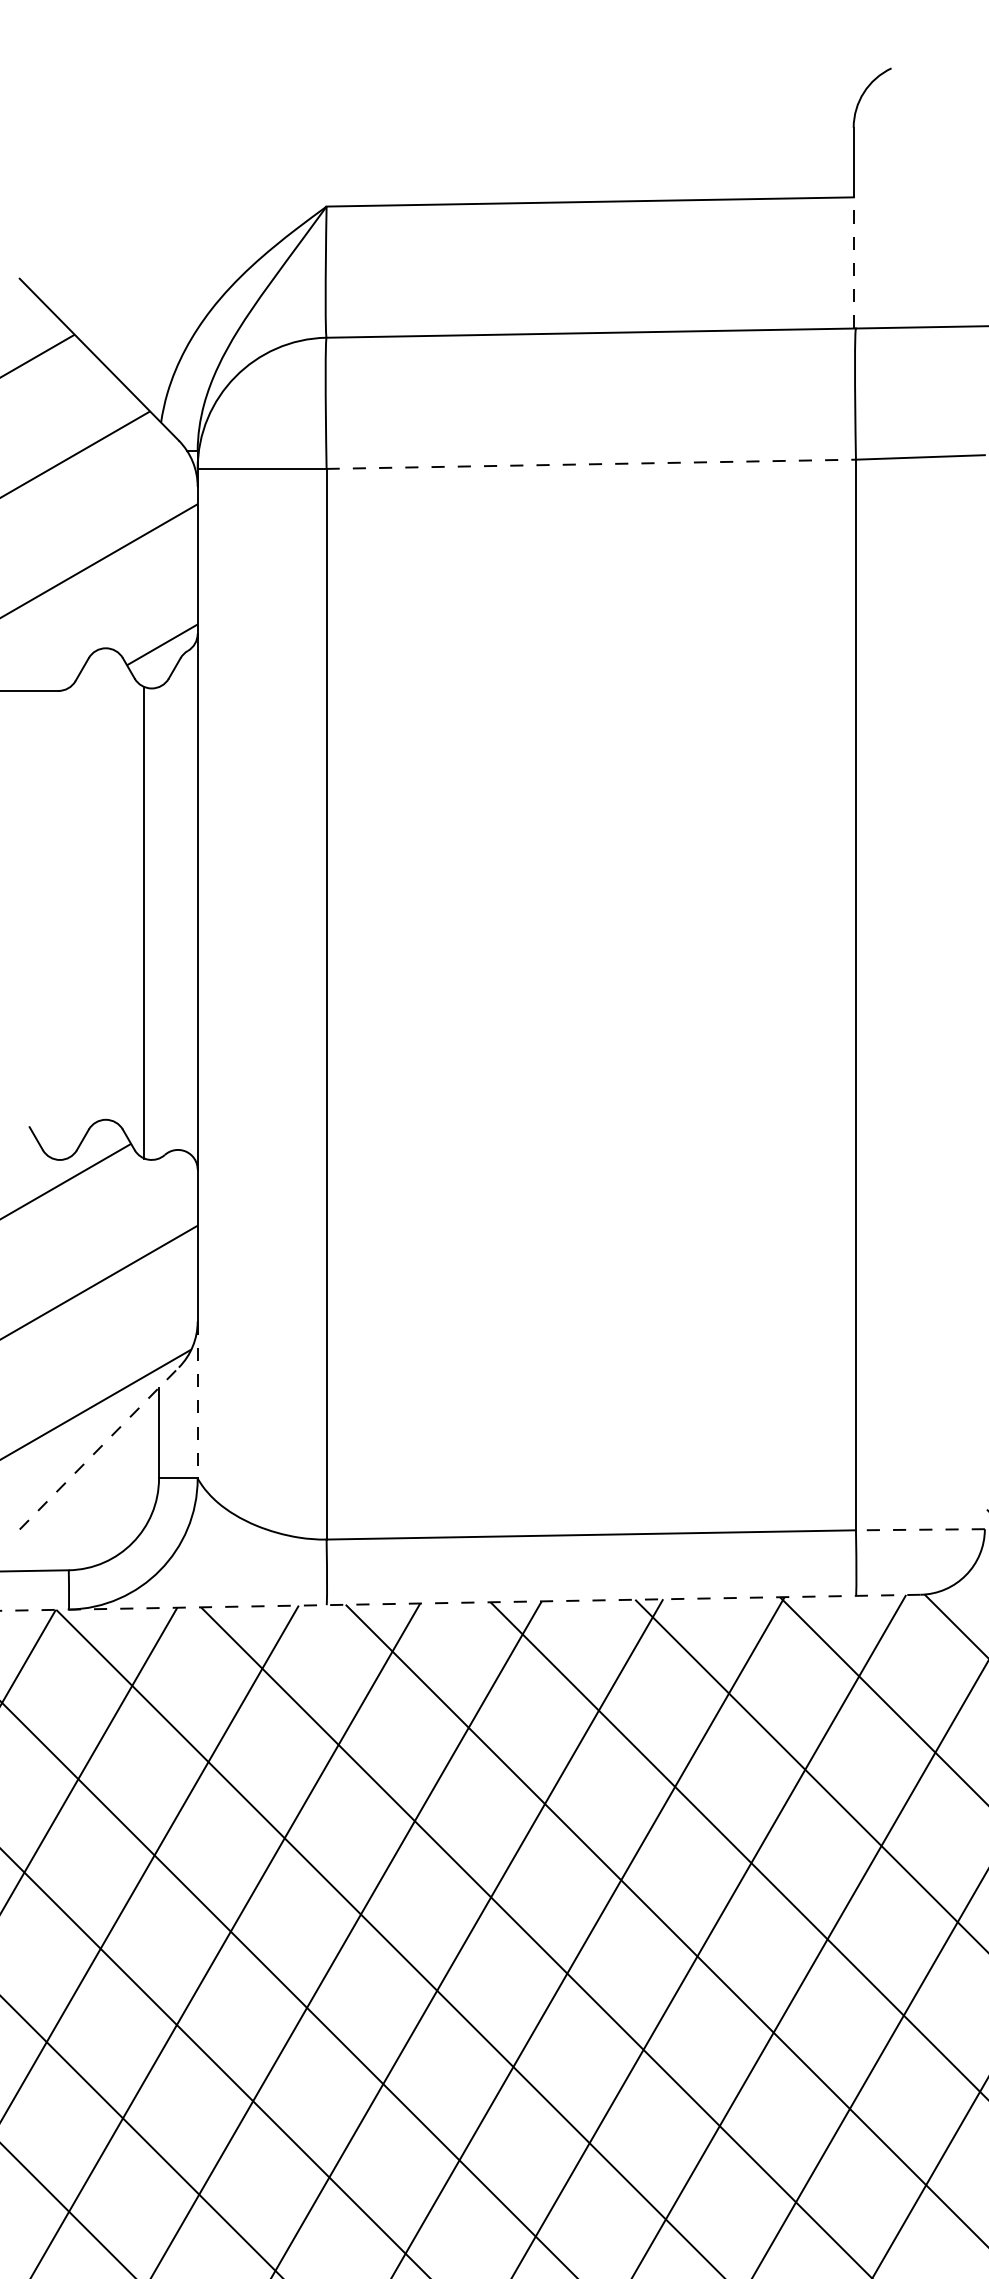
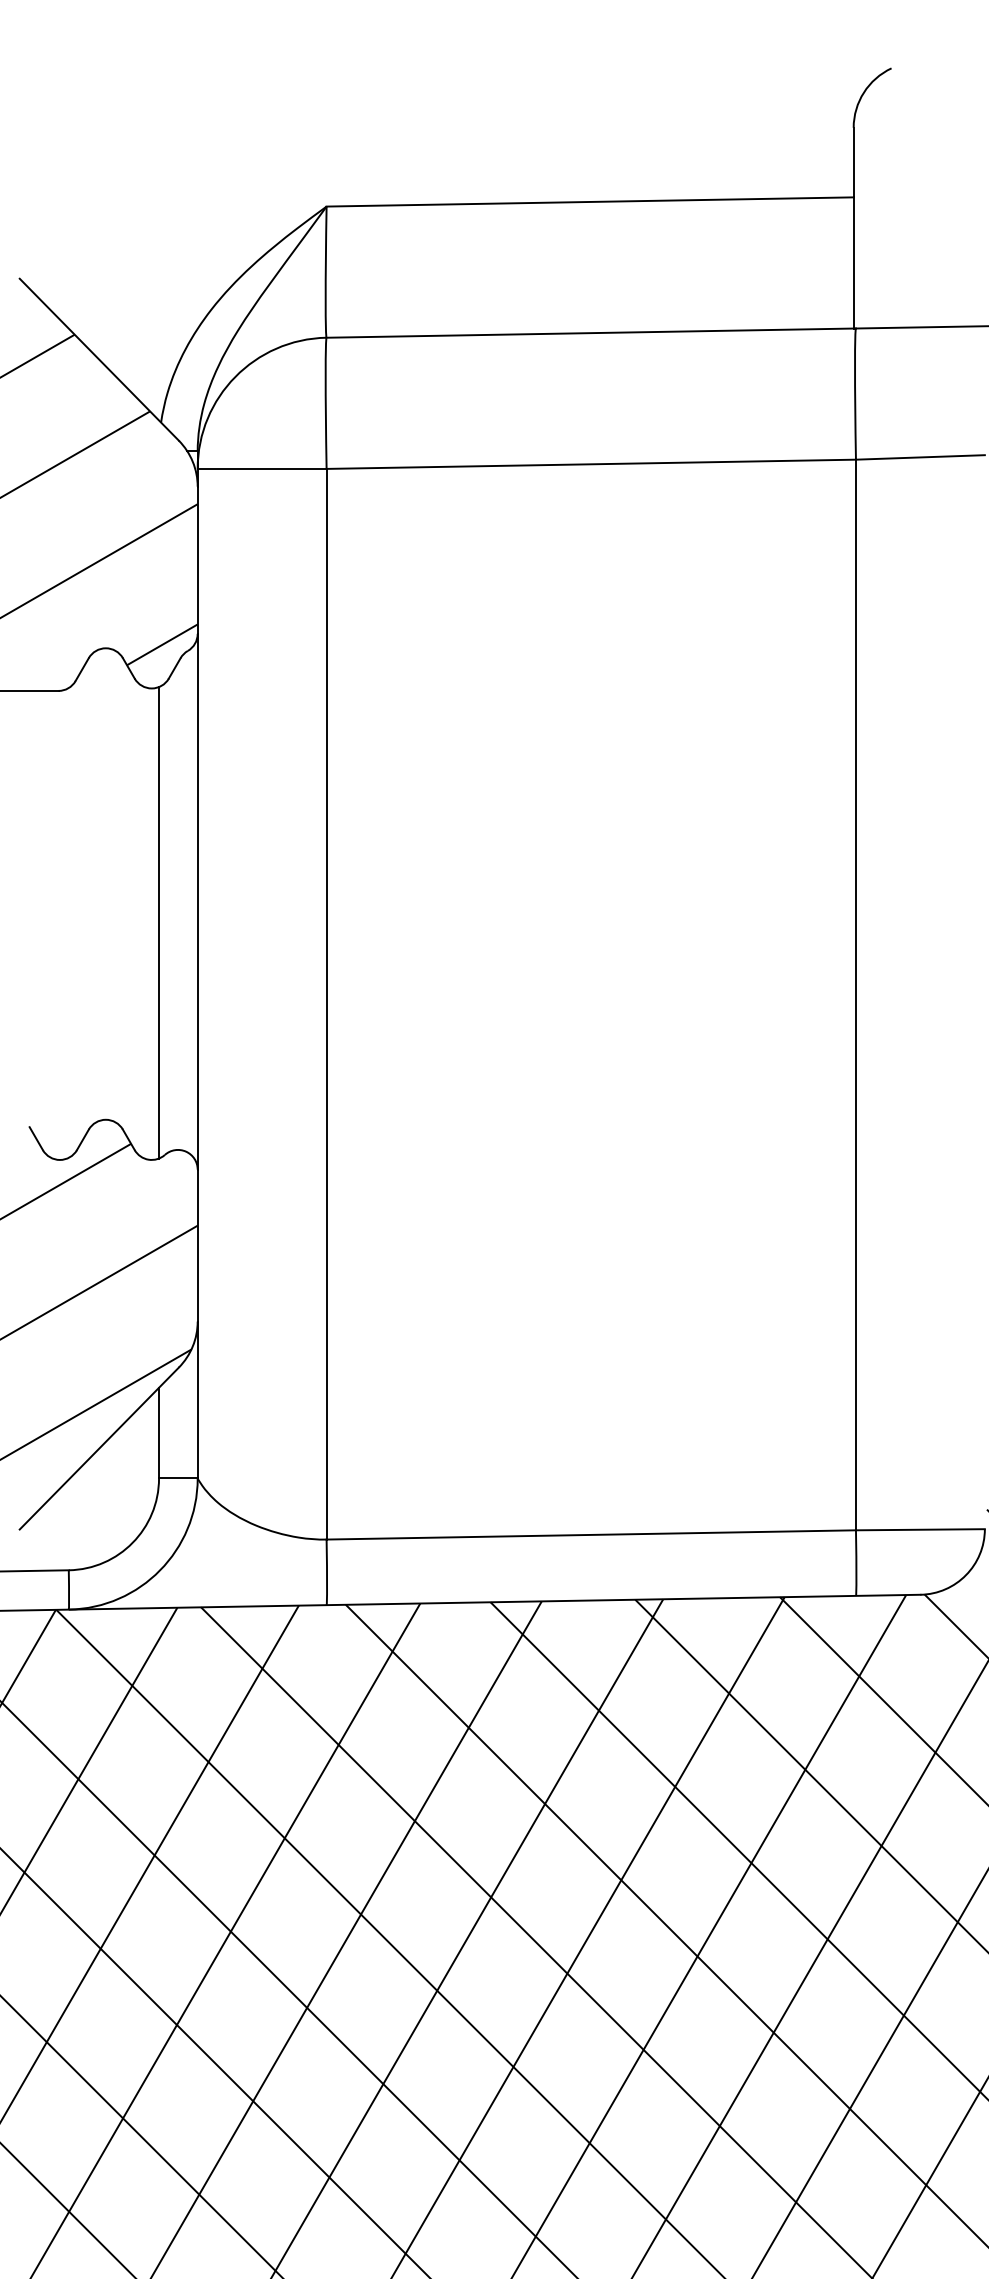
line at (853, 262): dashed -> solid
line at (591, 464): dashed -> solid
line at (144, 922) position: (144, 922) -> (159, 922)
line at (197, 1400): dashed -> solid
line at (99, 1448): dashed -> solid
line at (919, 1529): dashed -> solid
line at (460, 1602): dashed -> solid
